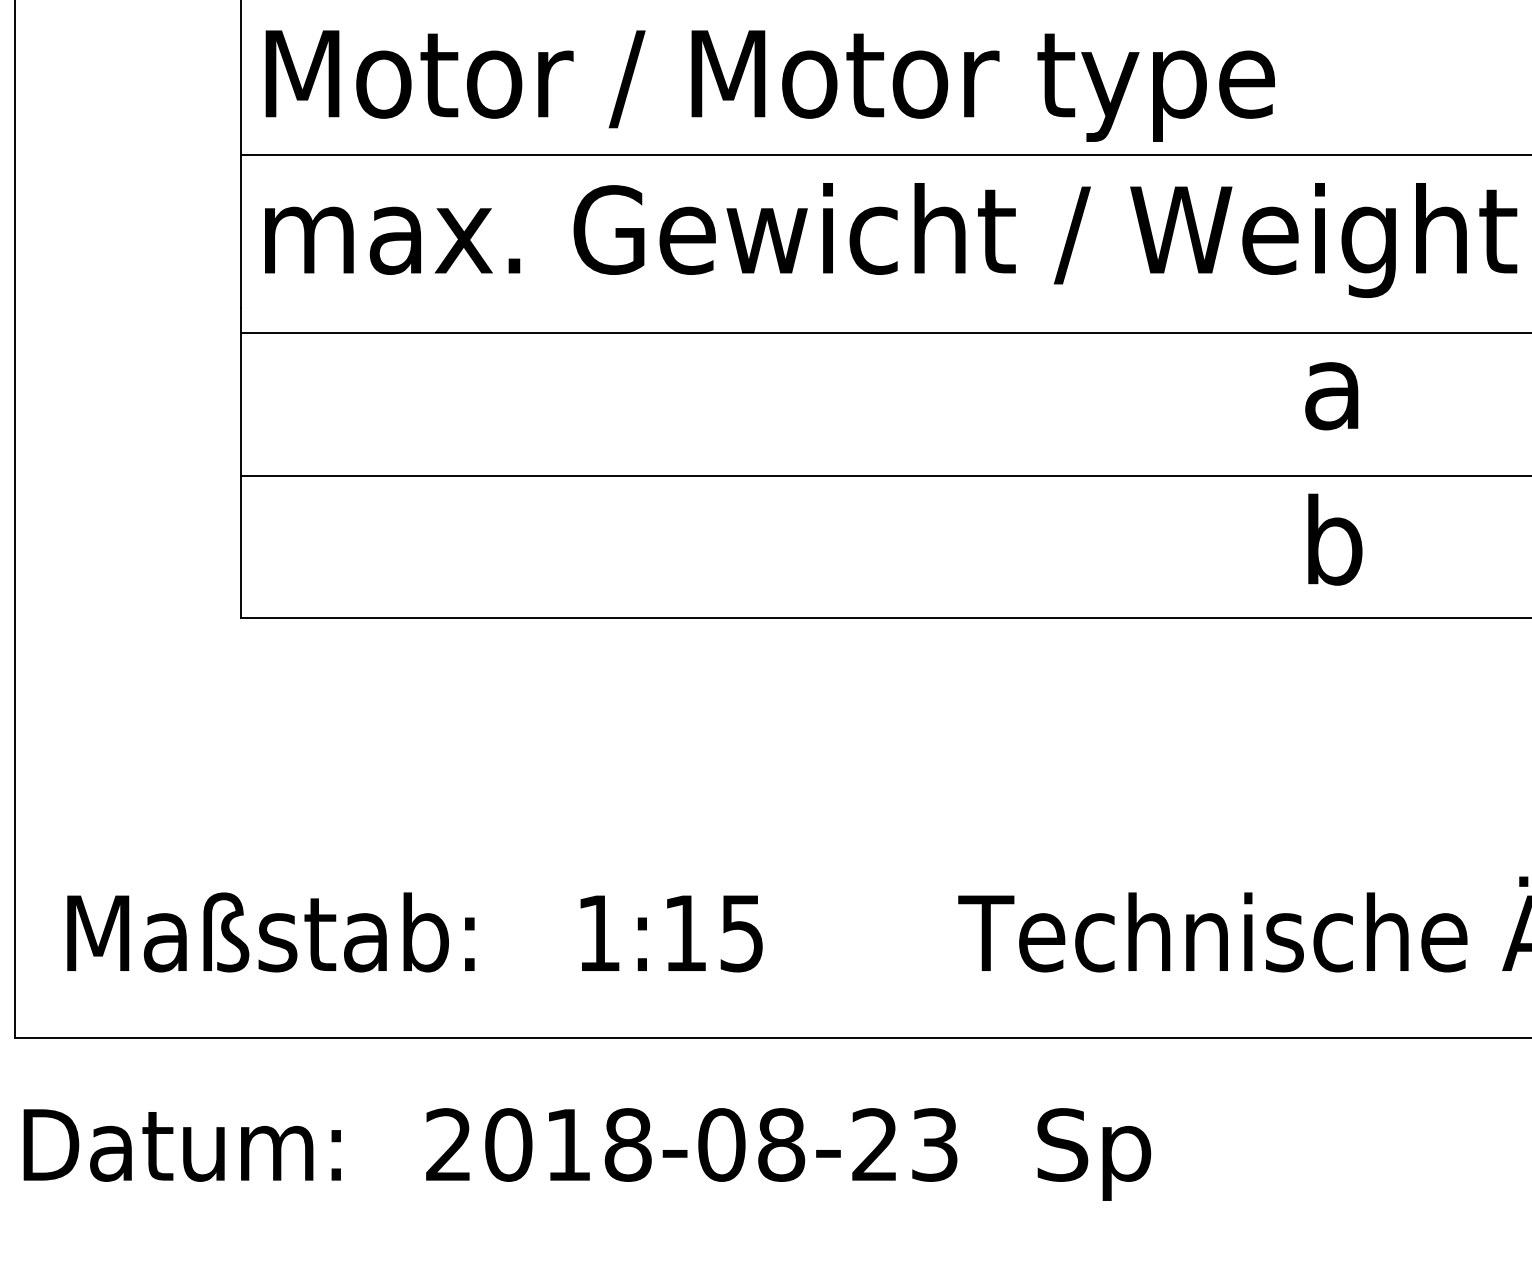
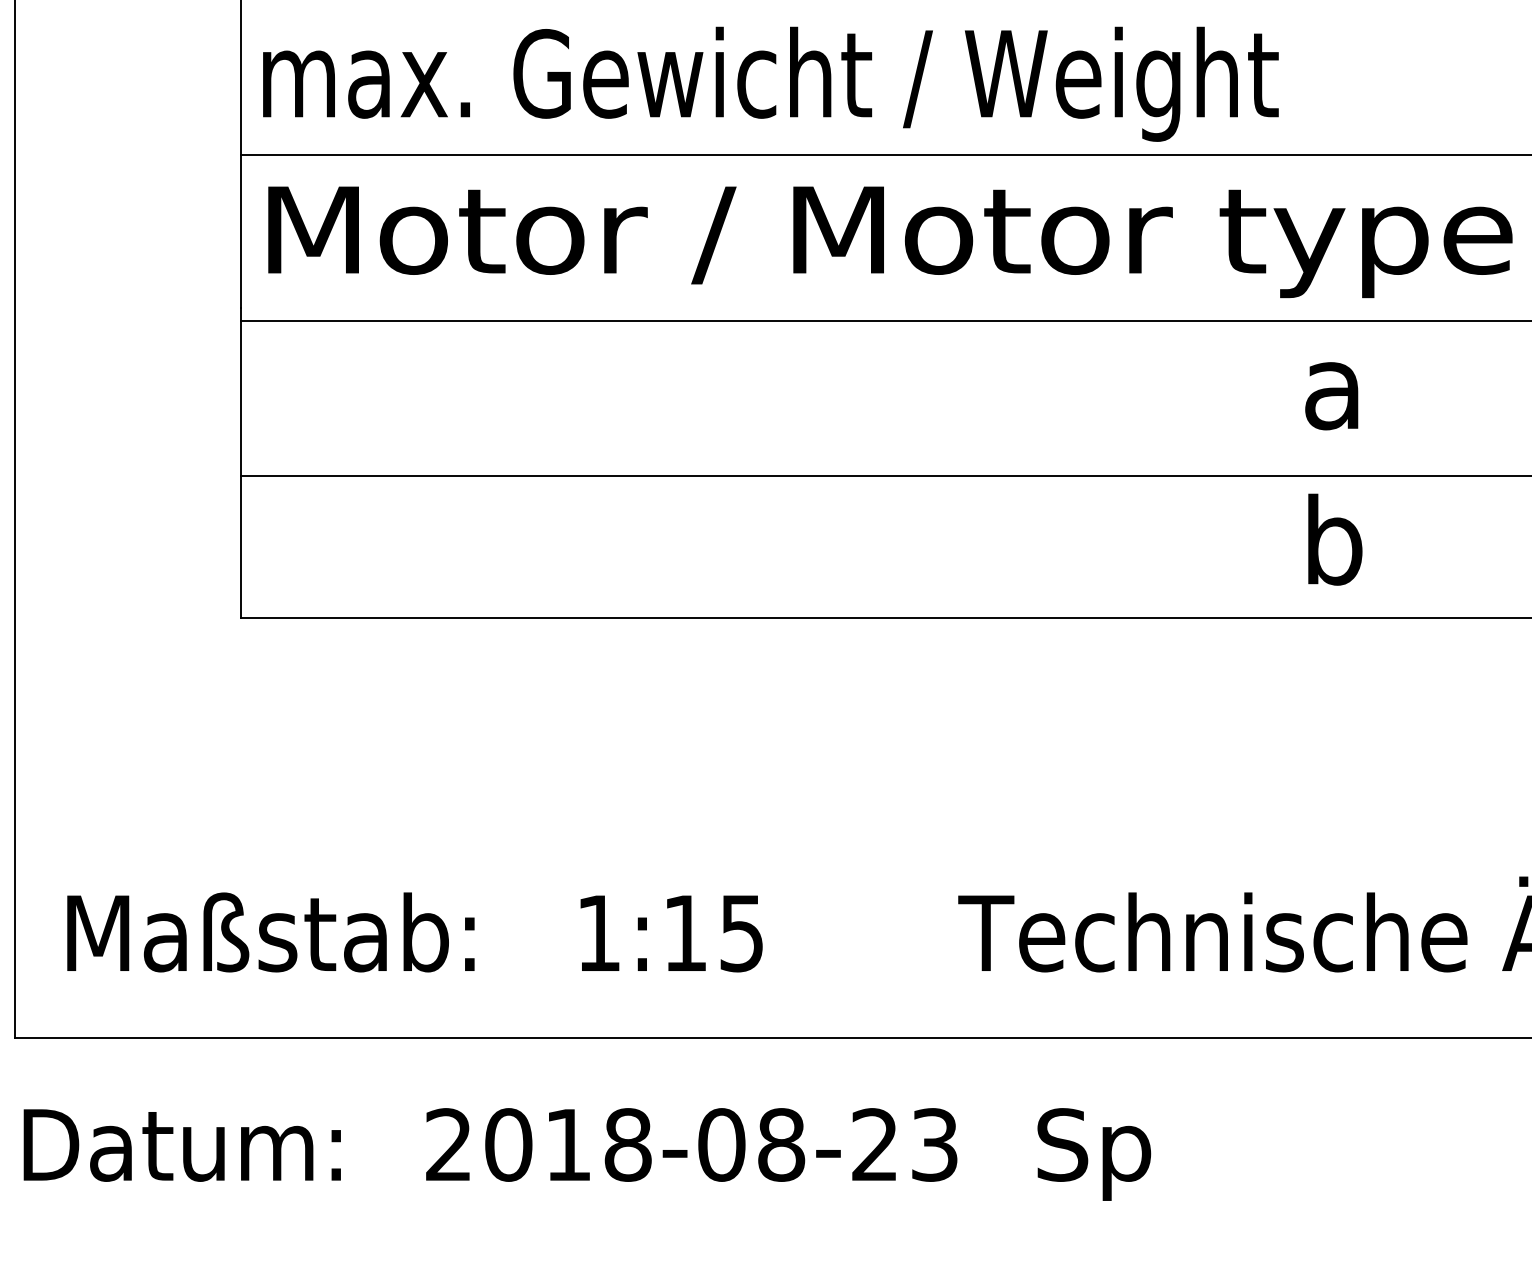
text at (770, 83): Motor / Motor type -> max. Gewicht / Weight
text at (891, 240): max. Gewicht / Weight -> Motor / Motor type
line at (884, 333) position: (884, 333) -> (884, 321)
